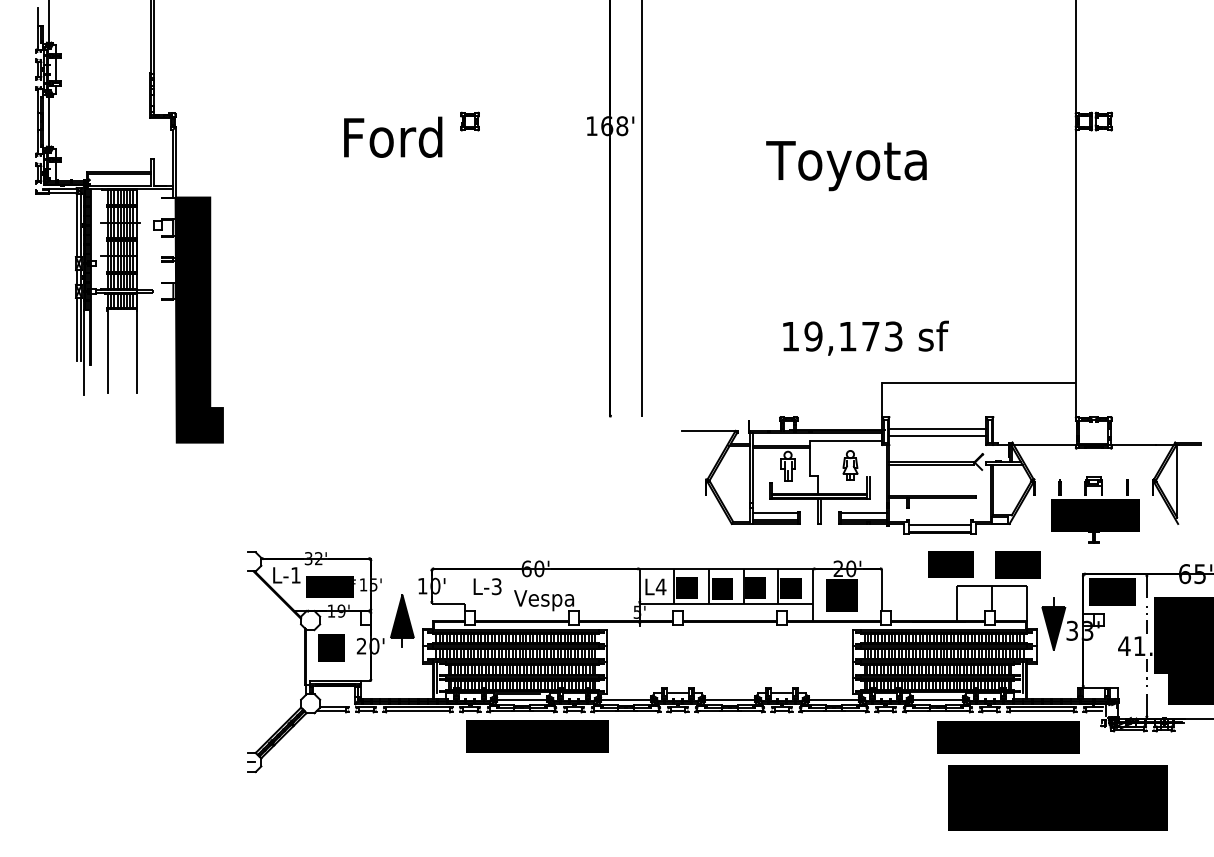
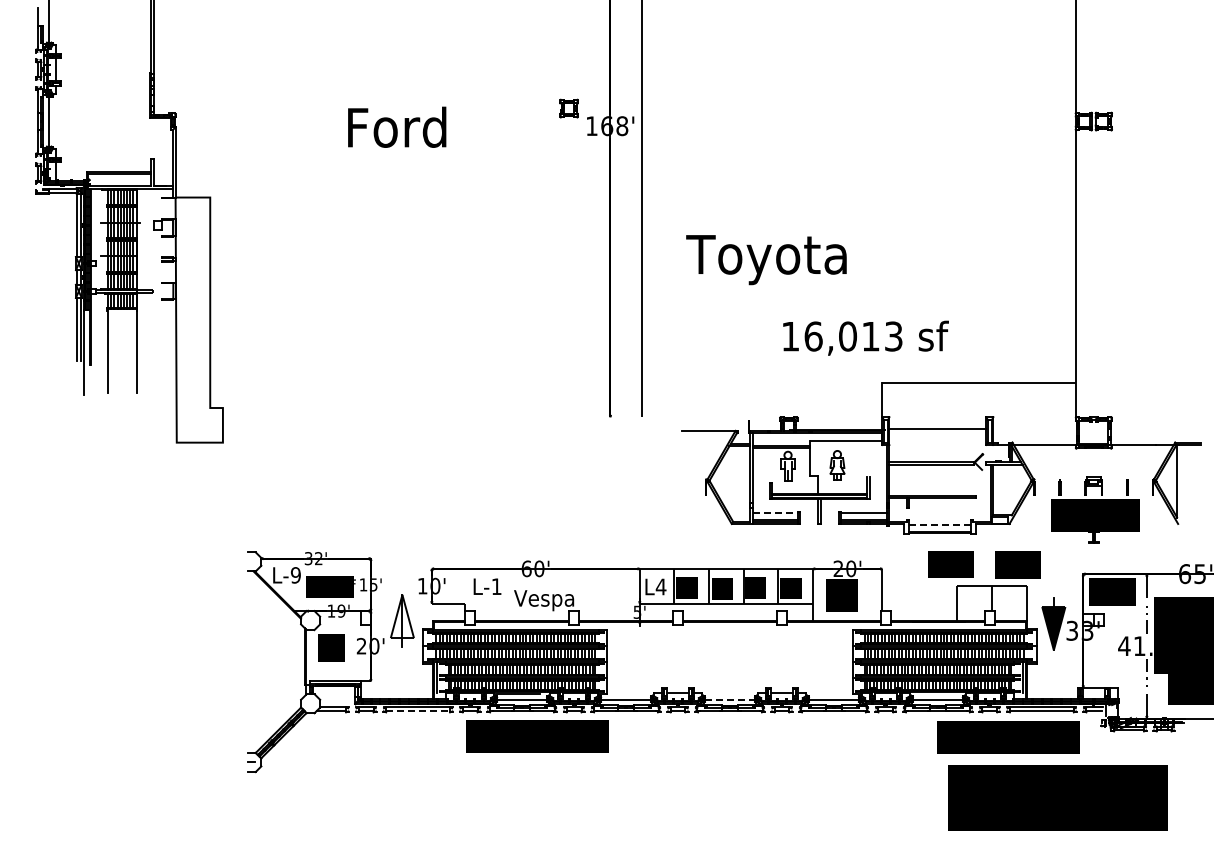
part at (469, 121) position: (469, 121) -> (568, 108)
text at (393, 136) position: (393, 136) -> (397, 126)
text at (846, 166) position: (846, 166) -> (766, 260)
fill at (198, 319): present -> none
text at (841, 336): 19,173 -> 16,013
line at (937, 435): present -> none
part at (850, 465) position: (850, 465) -> (837, 465)
line at (775, 512): solid -> dashed
line at (940, 524): solid -> dashed
text at (295, 575): L-1 -> L-9
text at (496, 586): L-3 -> L-1
fill at (402, 616): present -> none
line at (730, 700): solid -> dashed
line at (418, 711): solid -> dashed
